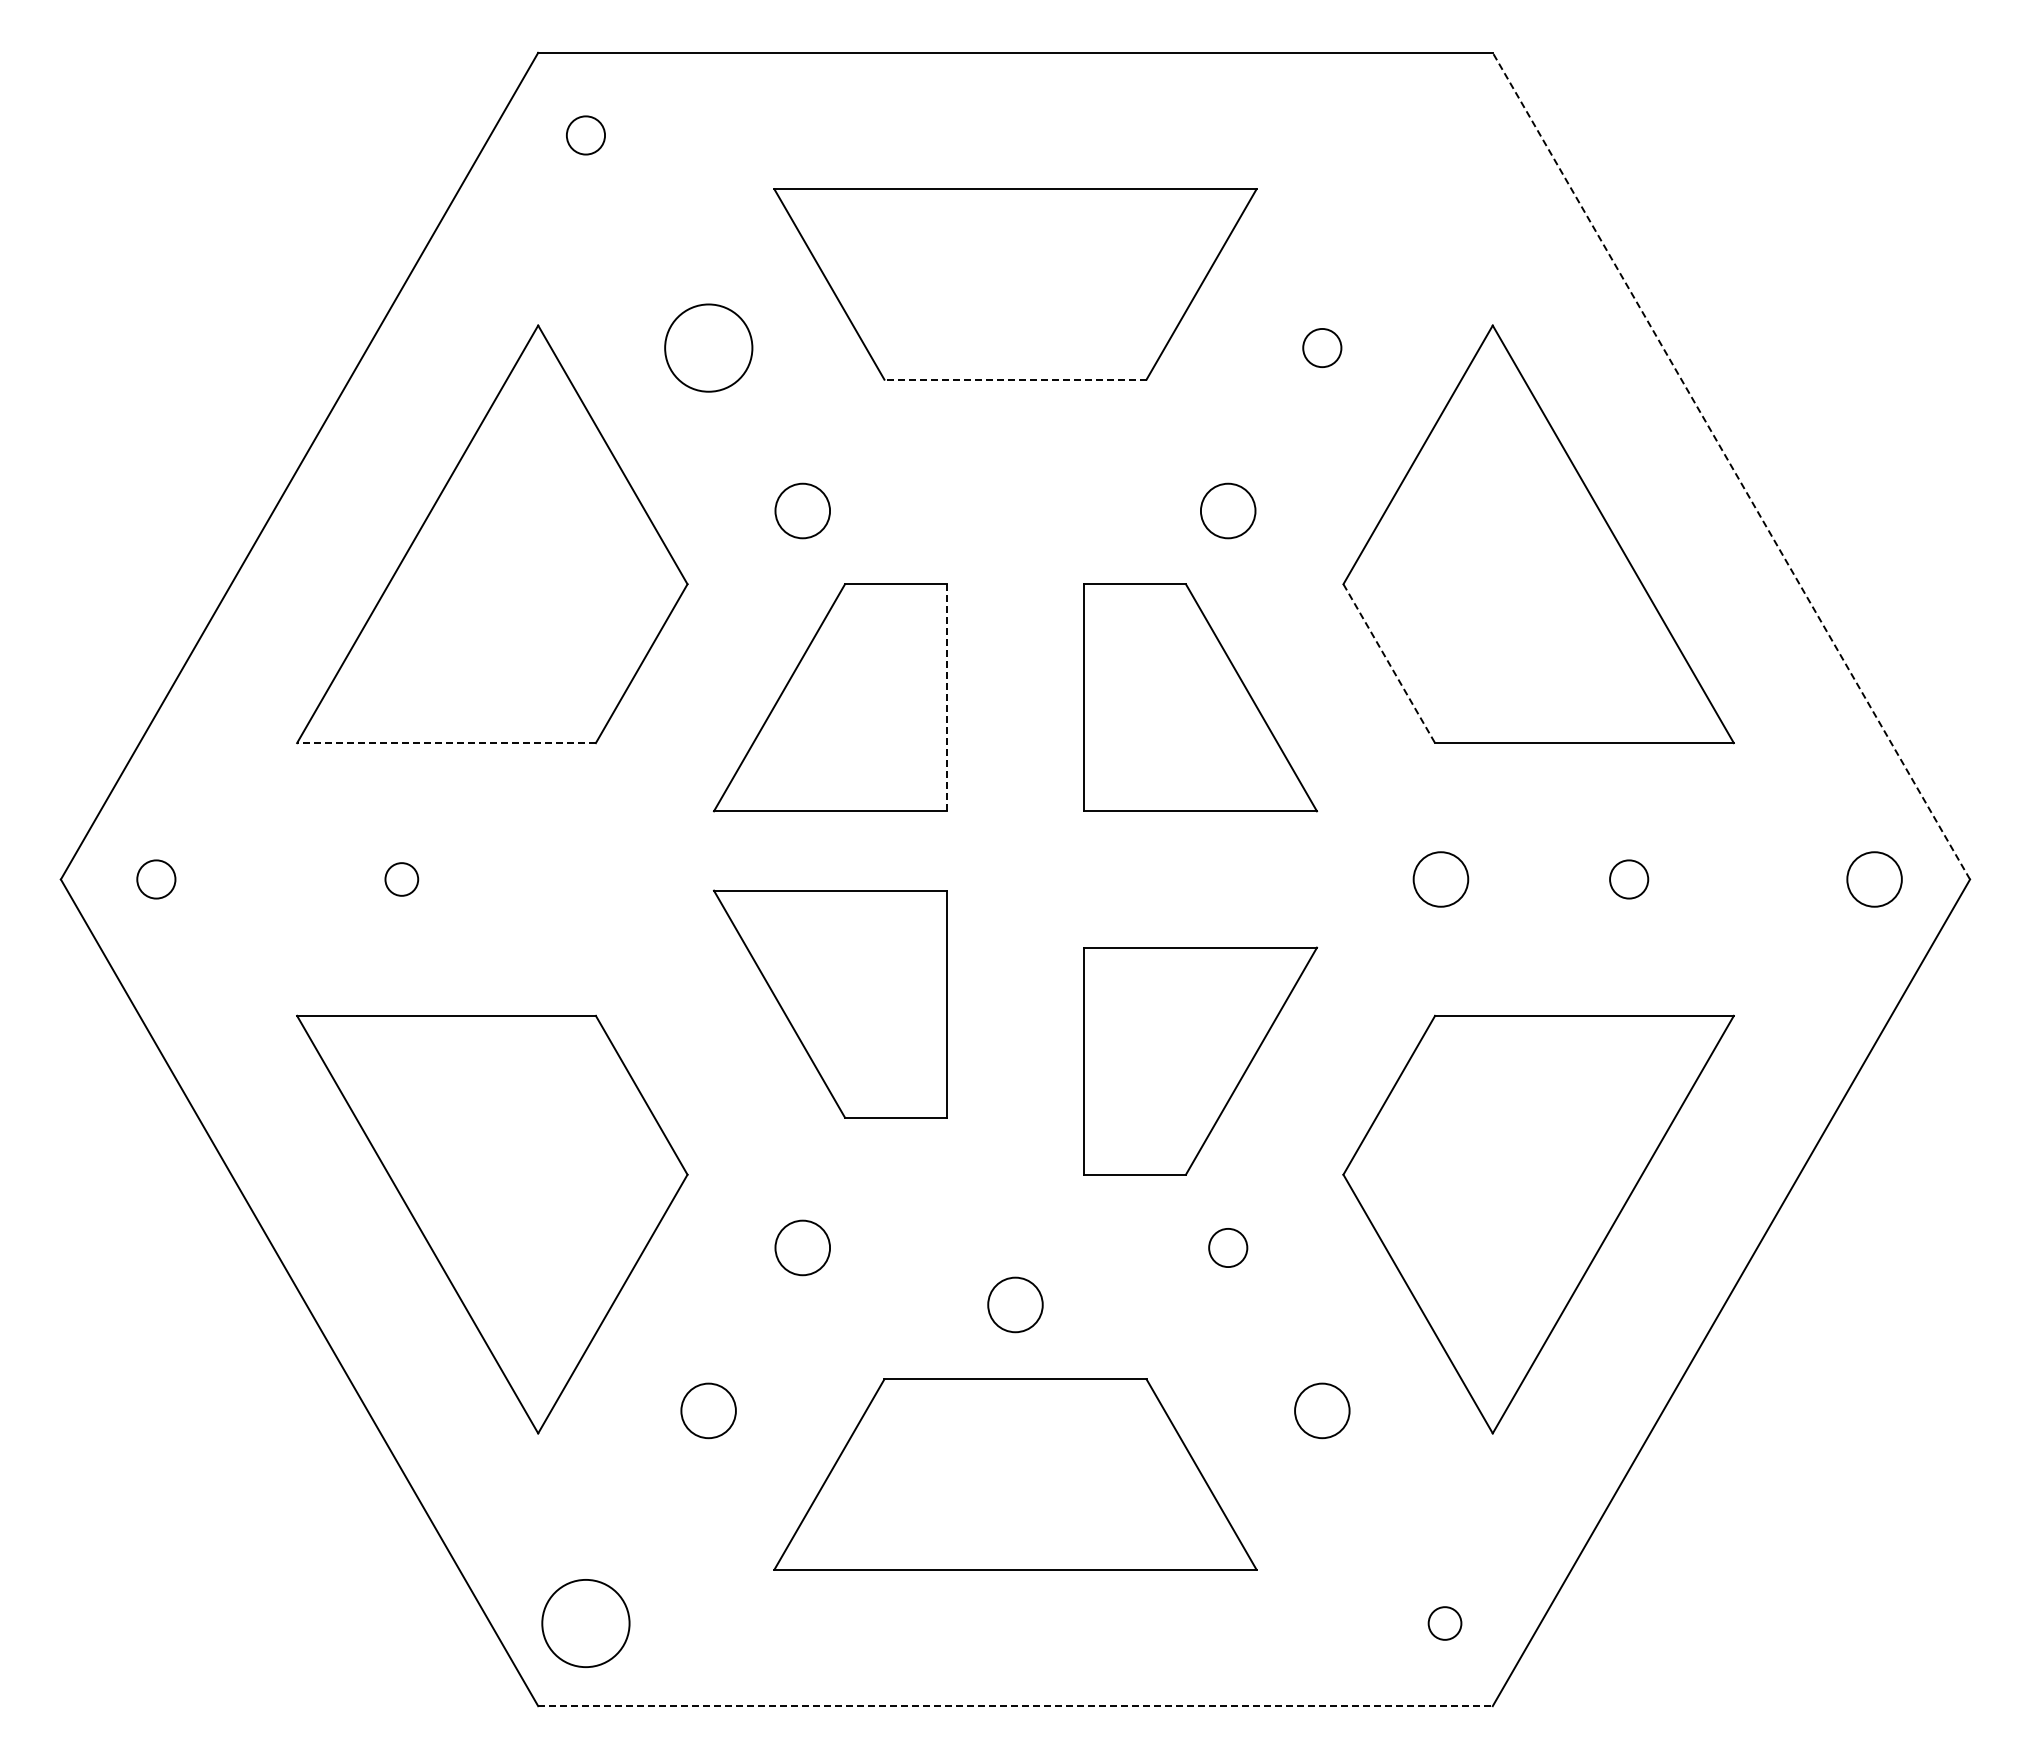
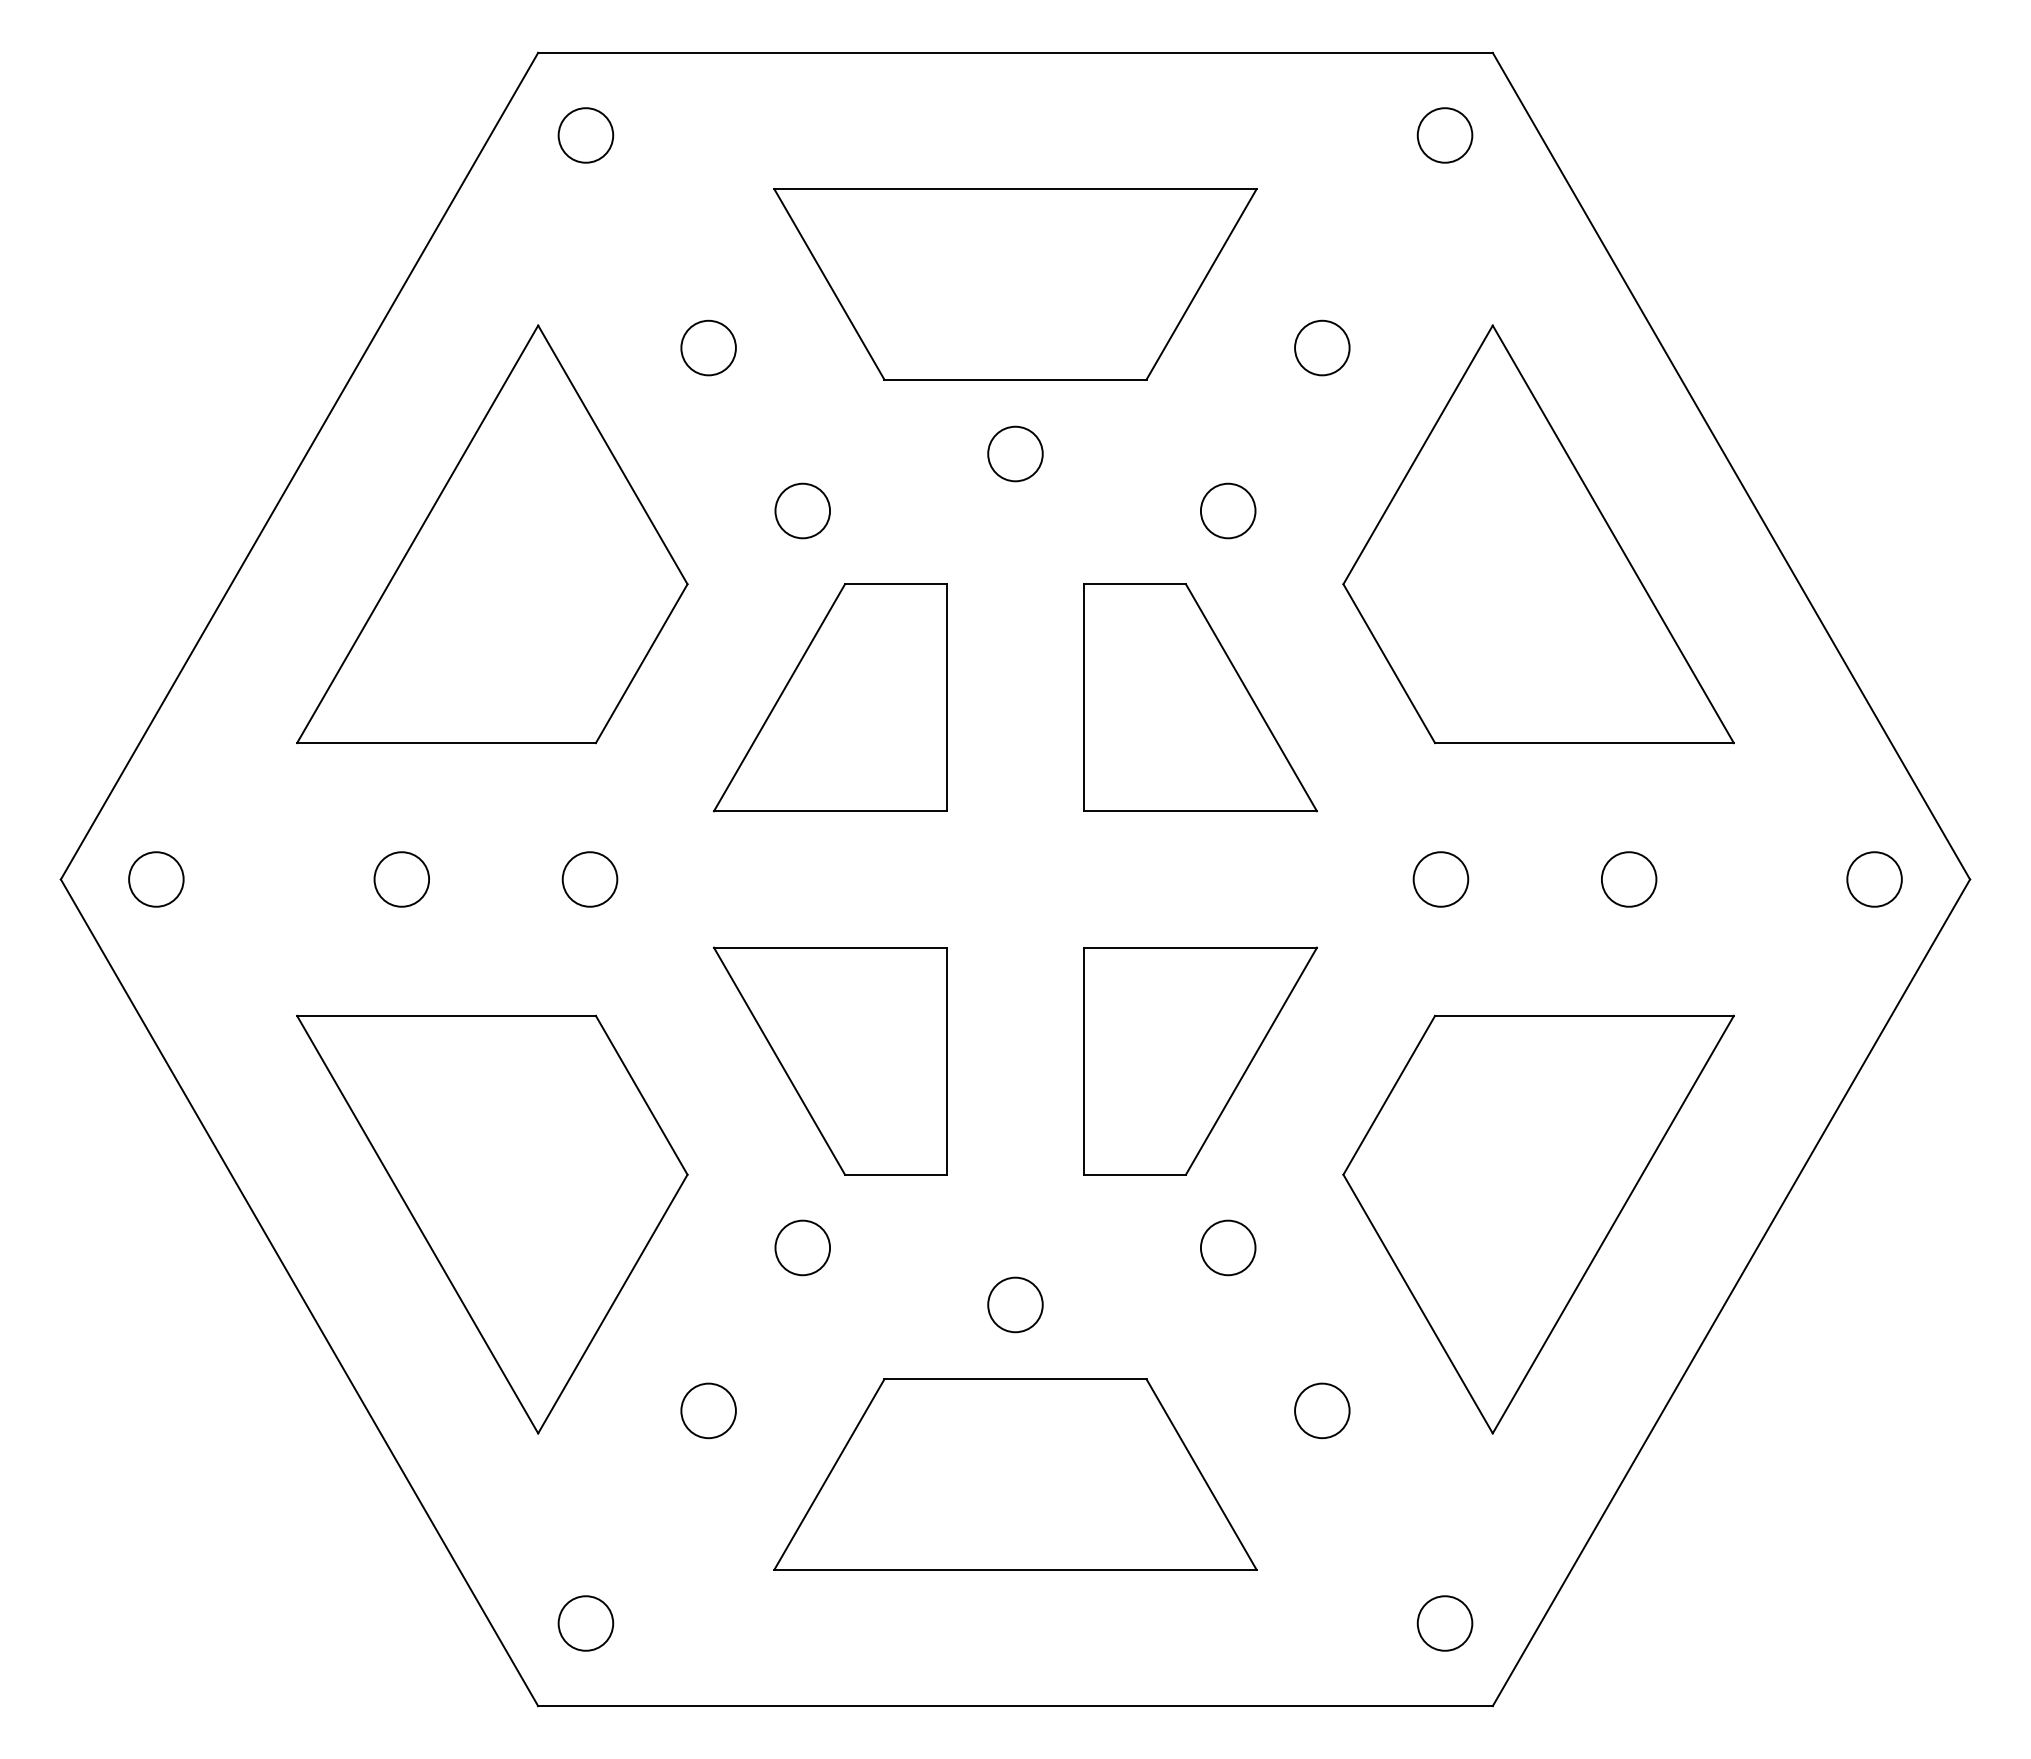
circle at (585, 135) diameter: 38 px -> 55 px
circle at (1444, 135): none -> present
circle at (708, 347) size: 90x90 px -> 57x58 px
circle at (1322, 347) diameter: 38 px -> 55 px
line at (1015, 379): dashed -> solid
circle at (1015, 453): none -> present
line at (1731, 465): dashed -> solid
line at (1389, 663): dashed -> solid
line at (947, 697): dashed -> solid
line at (446, 743): dashed -> solid
circle at (156, 879) diameter: 38 px -> 55 px
circle at (401, 879) diameter: 33 px -> 55 px
circle at (589, 879): none -> present
circle at (1629, 879) diameter: 38 px -> 55 px
part at (830, 1003) position: (830, 1003) -> (830, 1060)
circle at (1228, 1247) diameter: 38 px -> 55 px
circle at (585, 1623) diameter: 87 px -> 55 px
circle at (1444, 1623) diameter: 33 px -> 55 px
line at (1015, 1706): dashed -> solid
